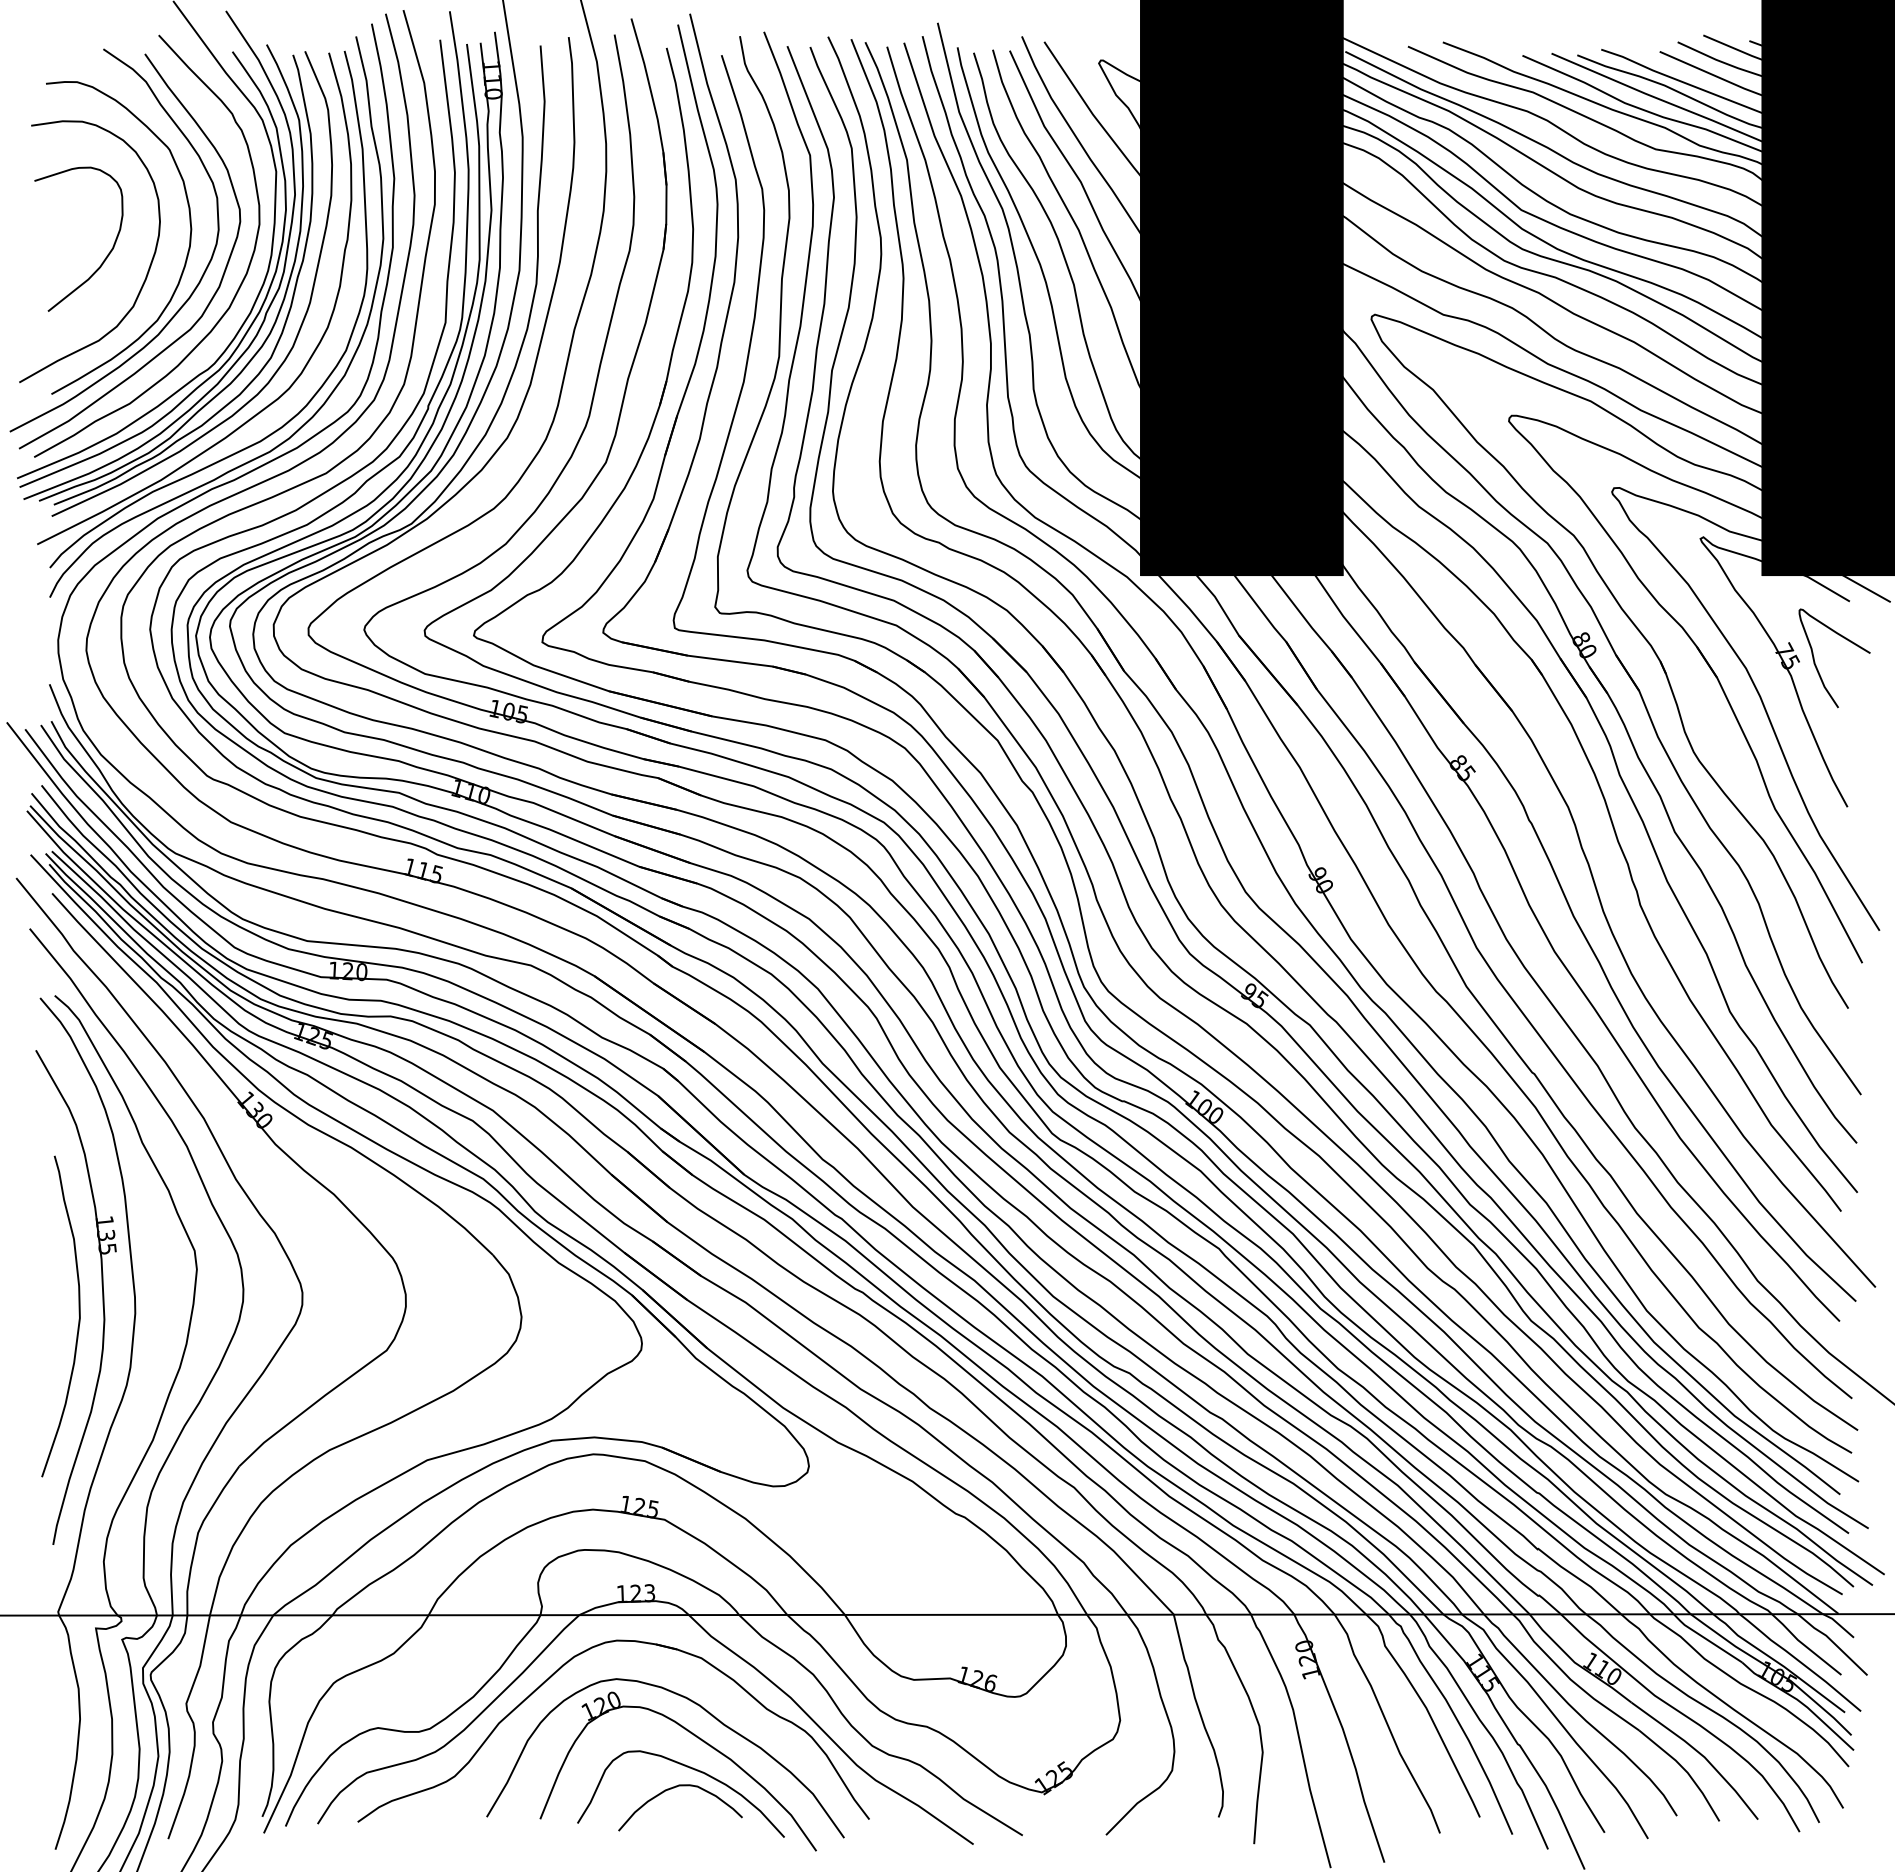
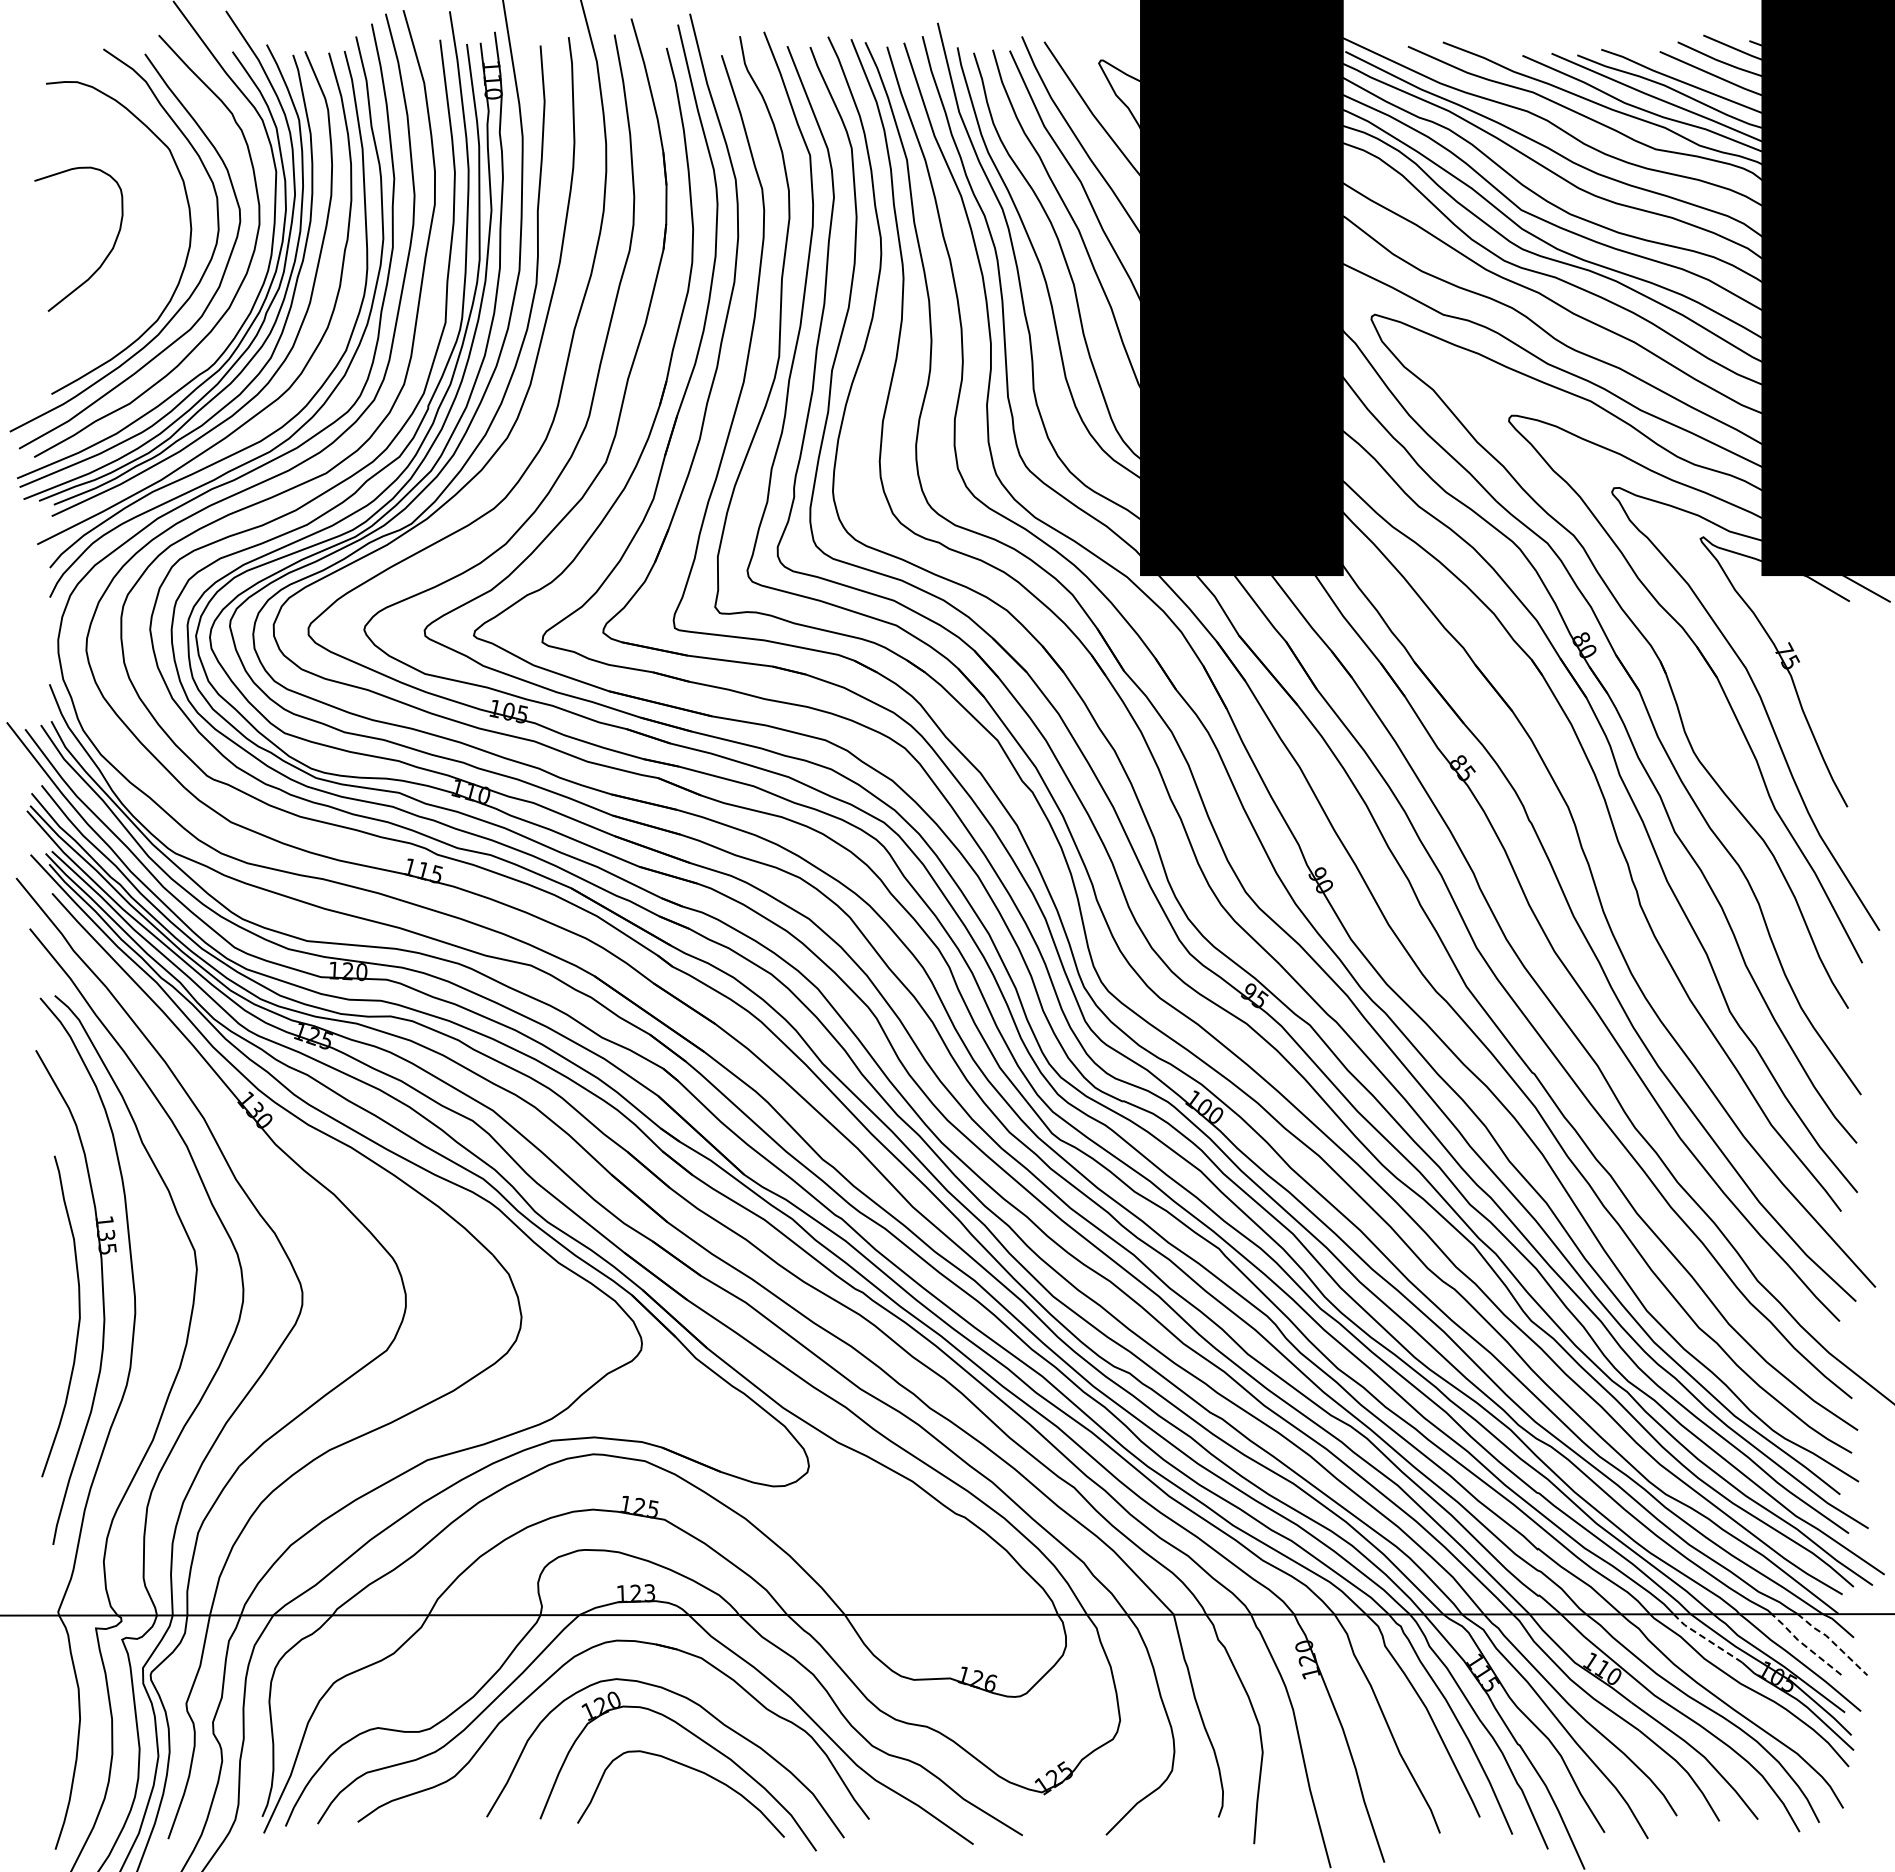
curve at (147, 270): present -> none
curve at (1815, 661): present -> none
line at (1705, 1638): solid -> dashed
line at (1833, 1642): solid -> dashed
line at (1804, 1645): solid -> dashed
curve at (674, 1788): present -> none
